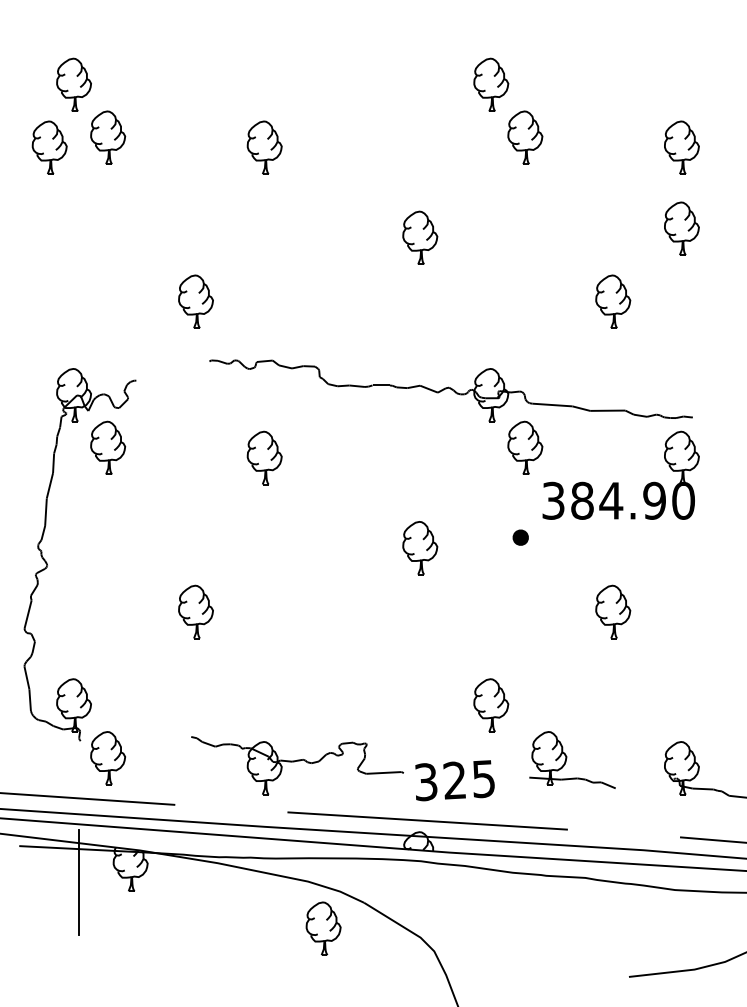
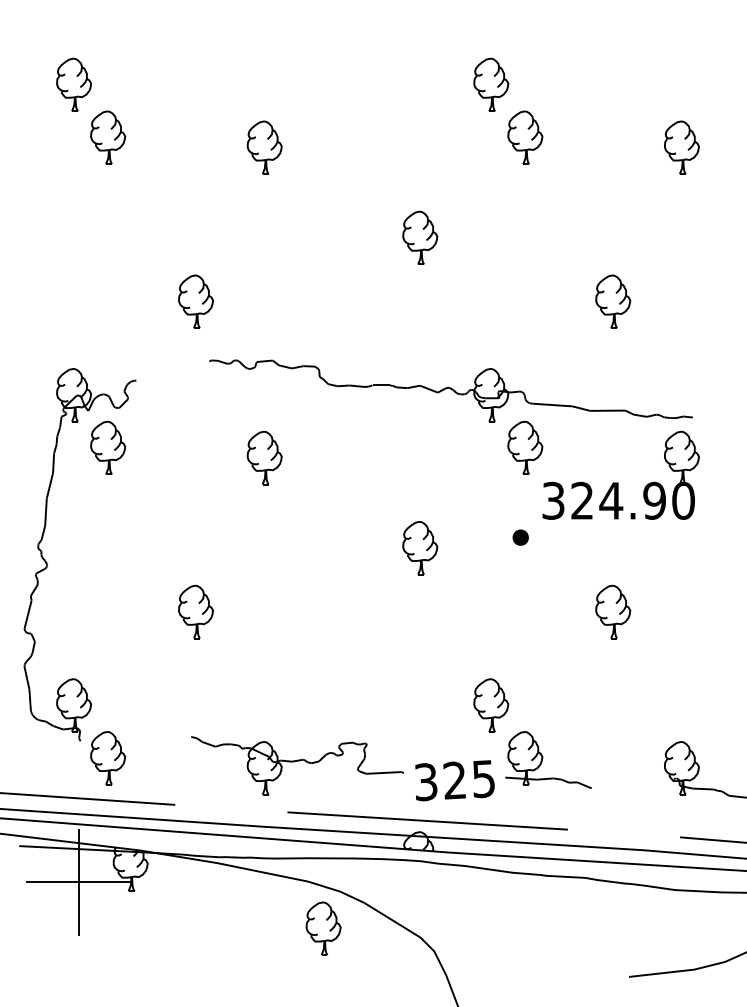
part at (49, 147): present -> none
part at (681, 228): present -> none
text at (582, 500): 384.90 -> 324.90
part at (572, 759) position: (572, 759) -> (548, 759)
line at (78, 882): none -> present
